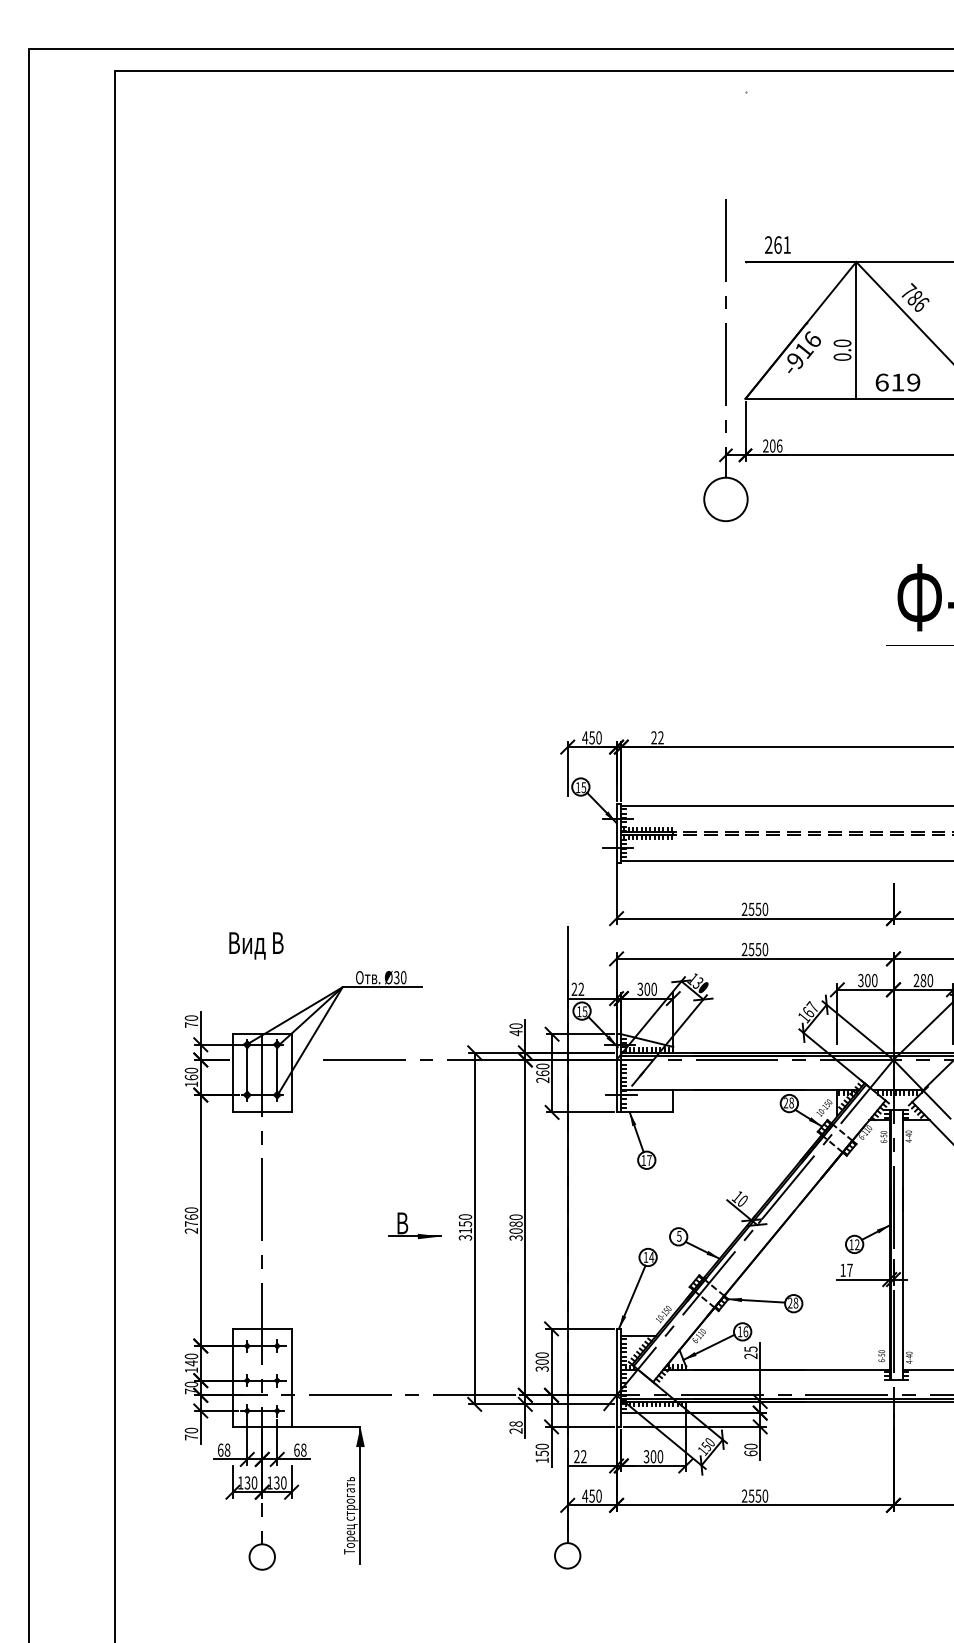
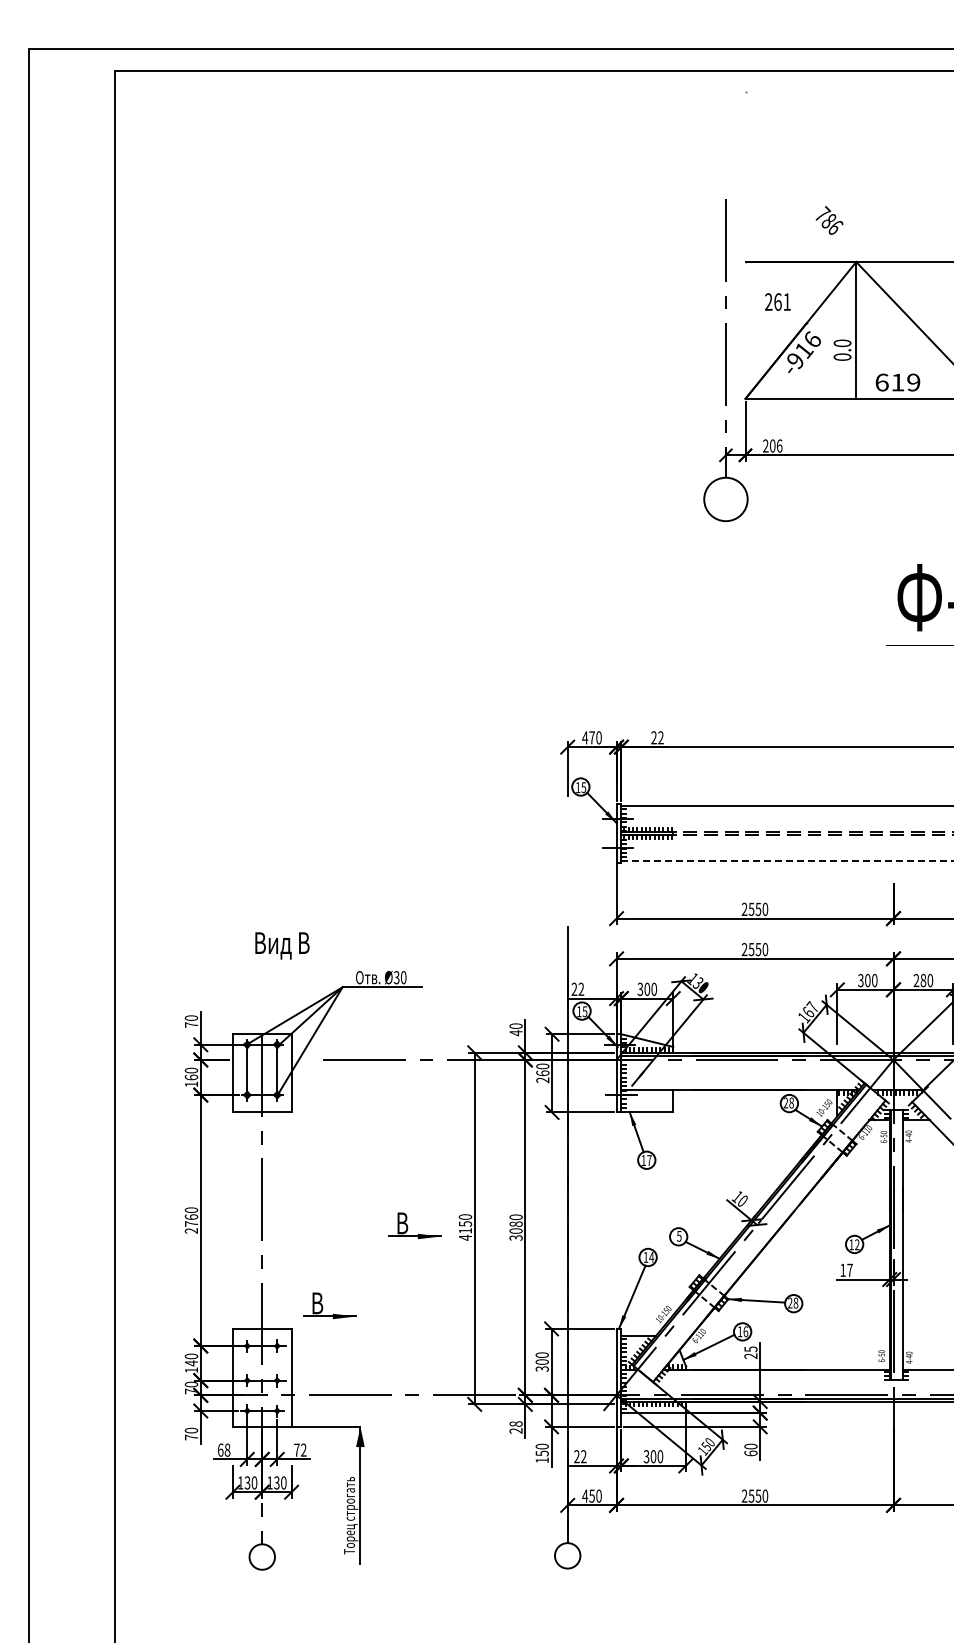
text at (777, 244) position: (777, 244) -> (777, 301)
text at (915, 297) position: (915, 297) -> (829, 220)
text at (591, 737): 450 -> 470
line at (787, 860): solid -> dashed
text at (256, 945) position: (256, 945) -> (282, 945)
text at (465, 1237): 3150 -> 4150
part at (323, 1307): none -> present
text at (300, 1449): 68 -> 72
